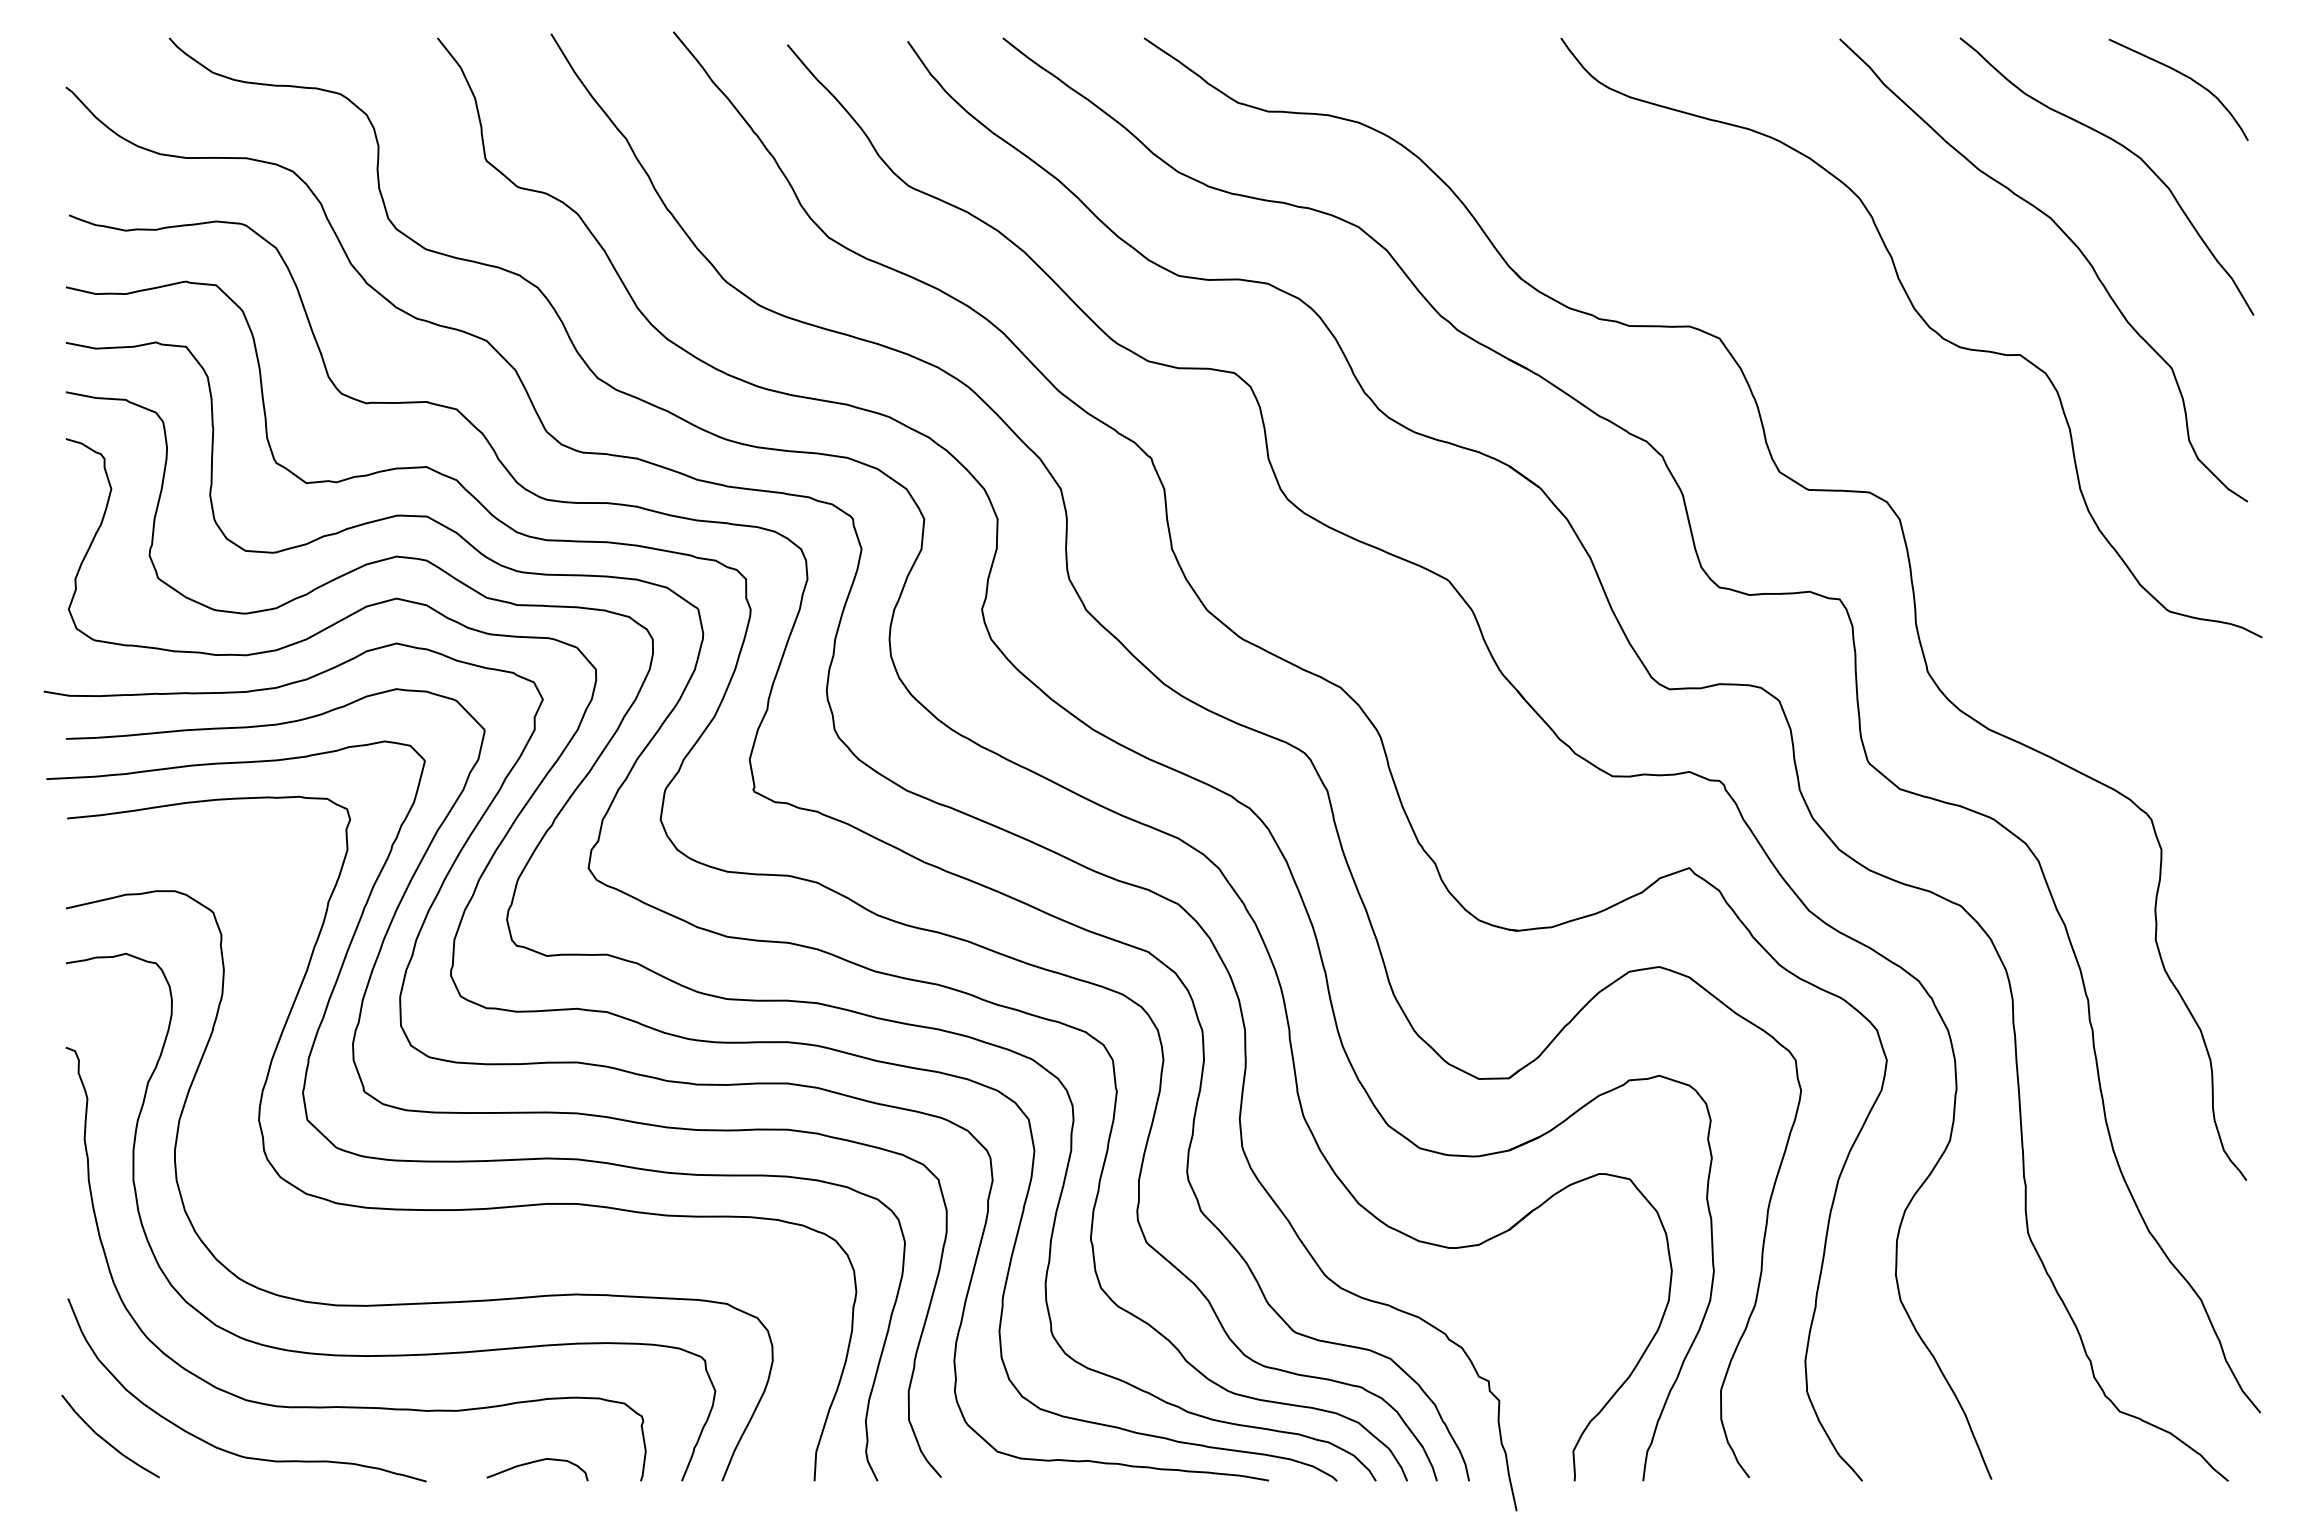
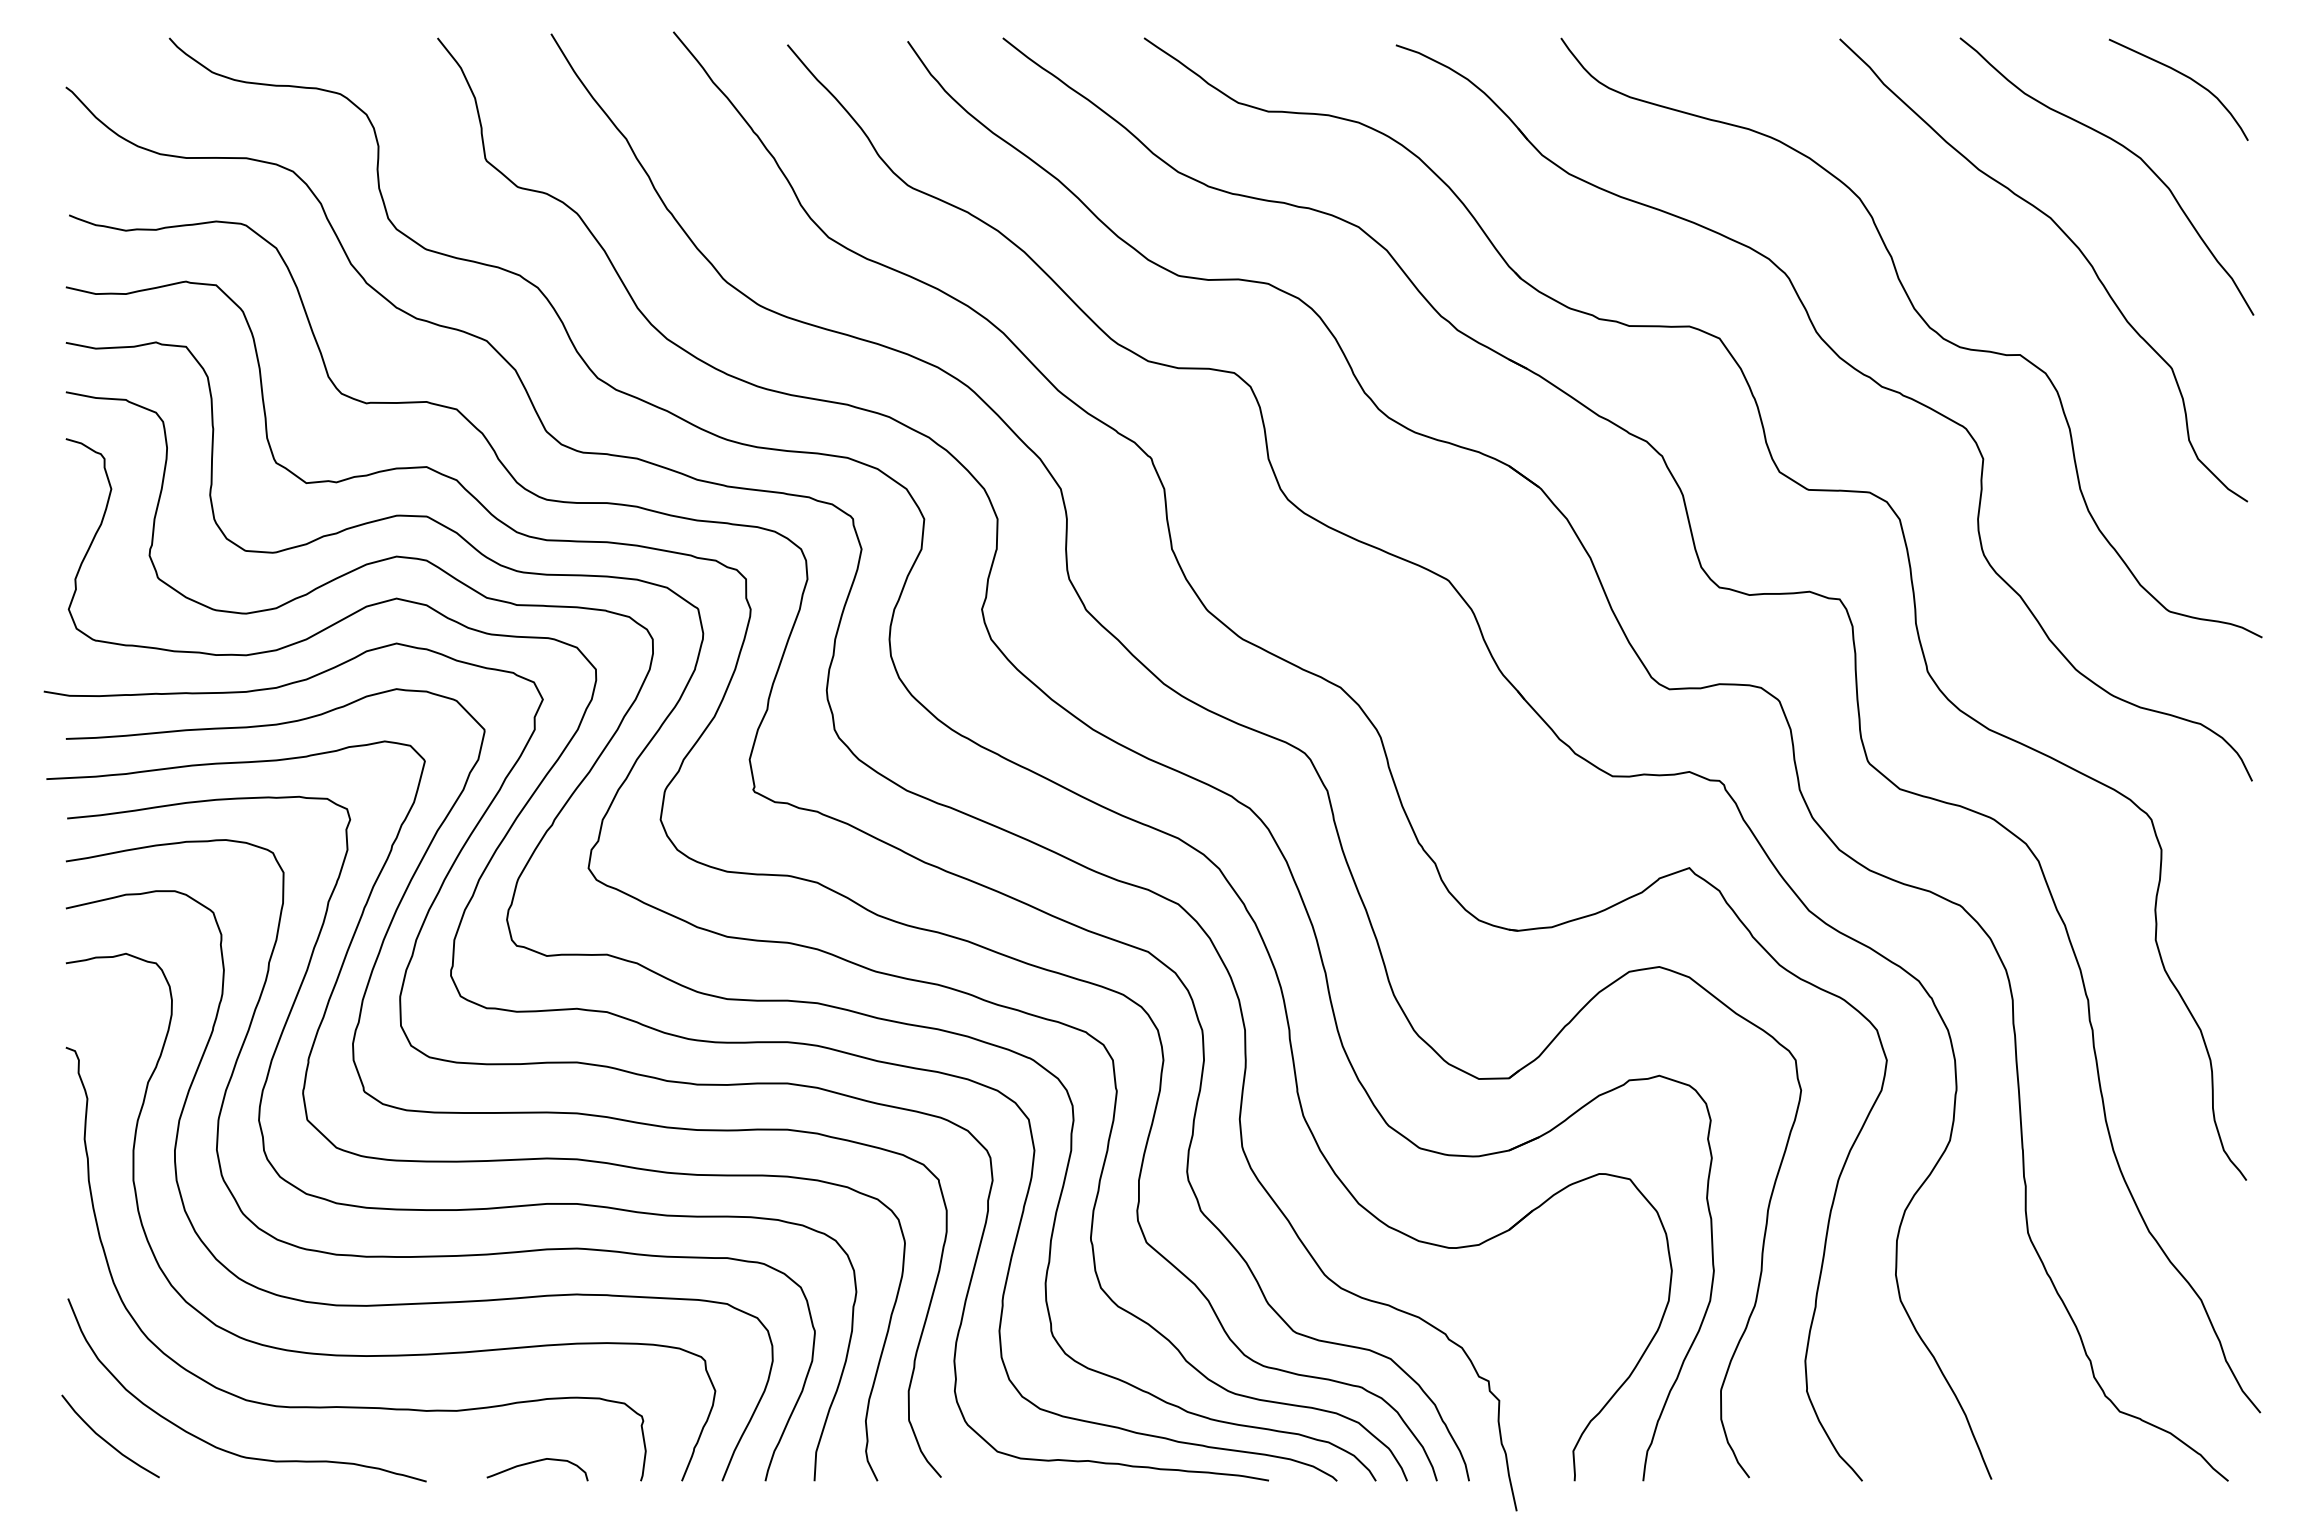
part at (1852, 368): none -> present
curve at (440, 1255): none -> present
